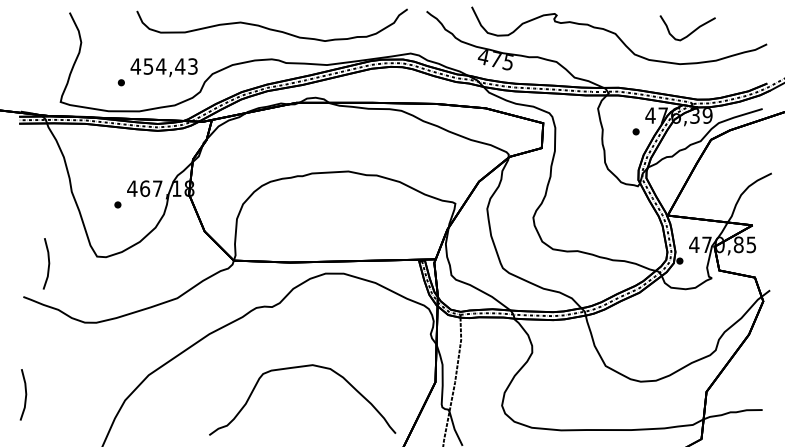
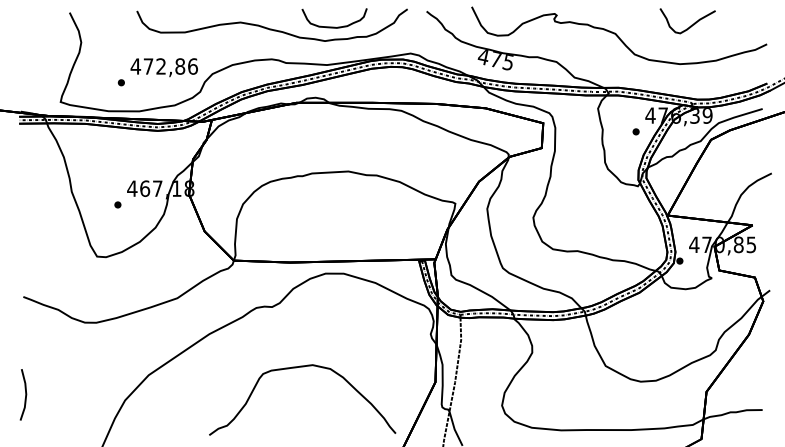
curve at (334, 26): none -> present
curve at (691, 31) position: (691, 31) -> (691, 24)
text at (170, 66): 454,43 -> 472,86
line at (48, 263): present -> none
